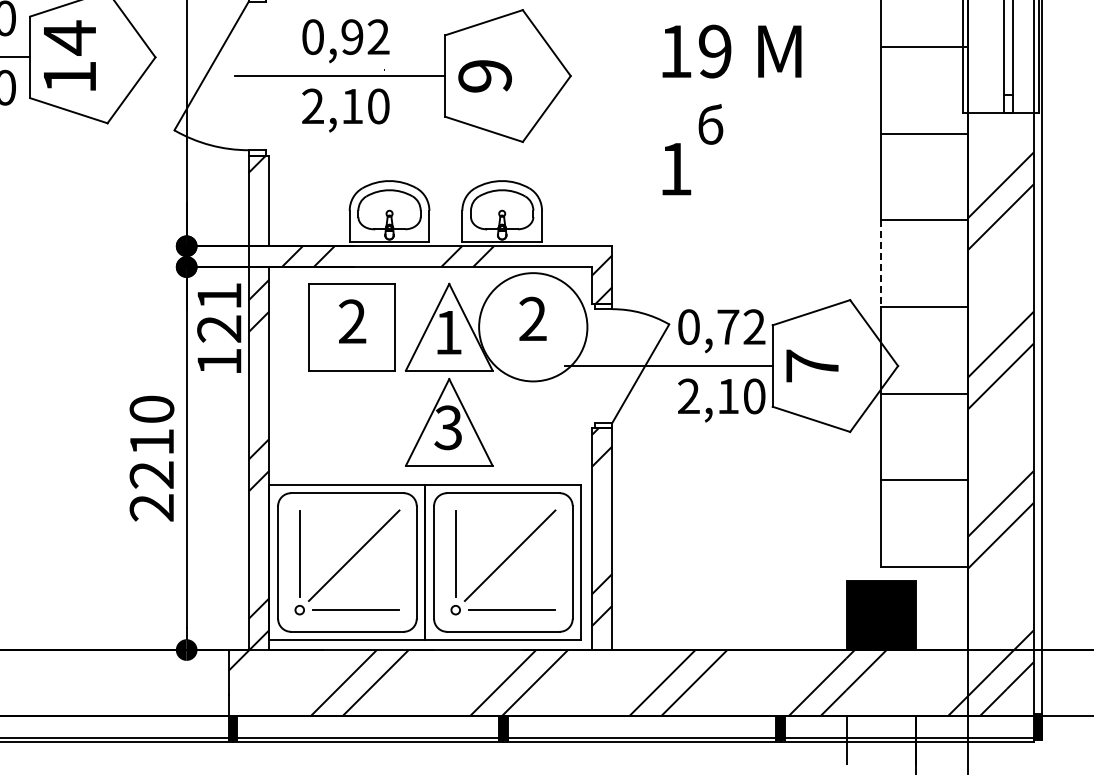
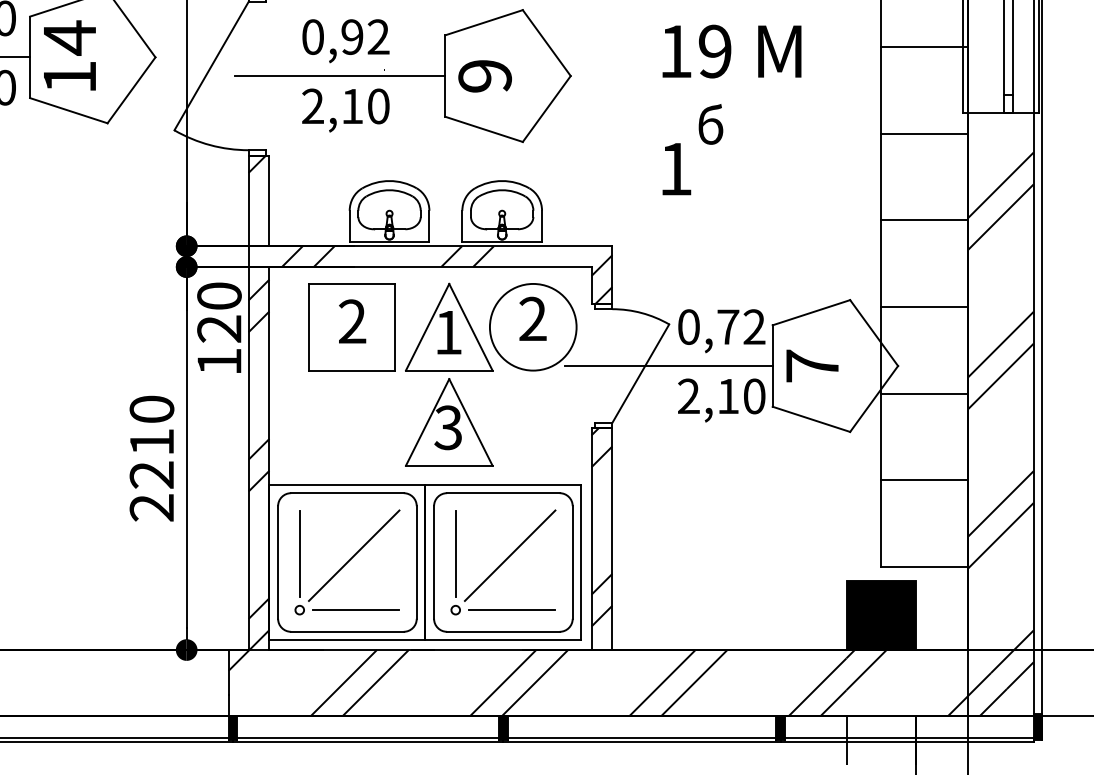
line at (881, 264): dashed -> solid
text at (219, 295): 121 -> 120
circle at (533, 327) diameter: 108 px -> 87 px
